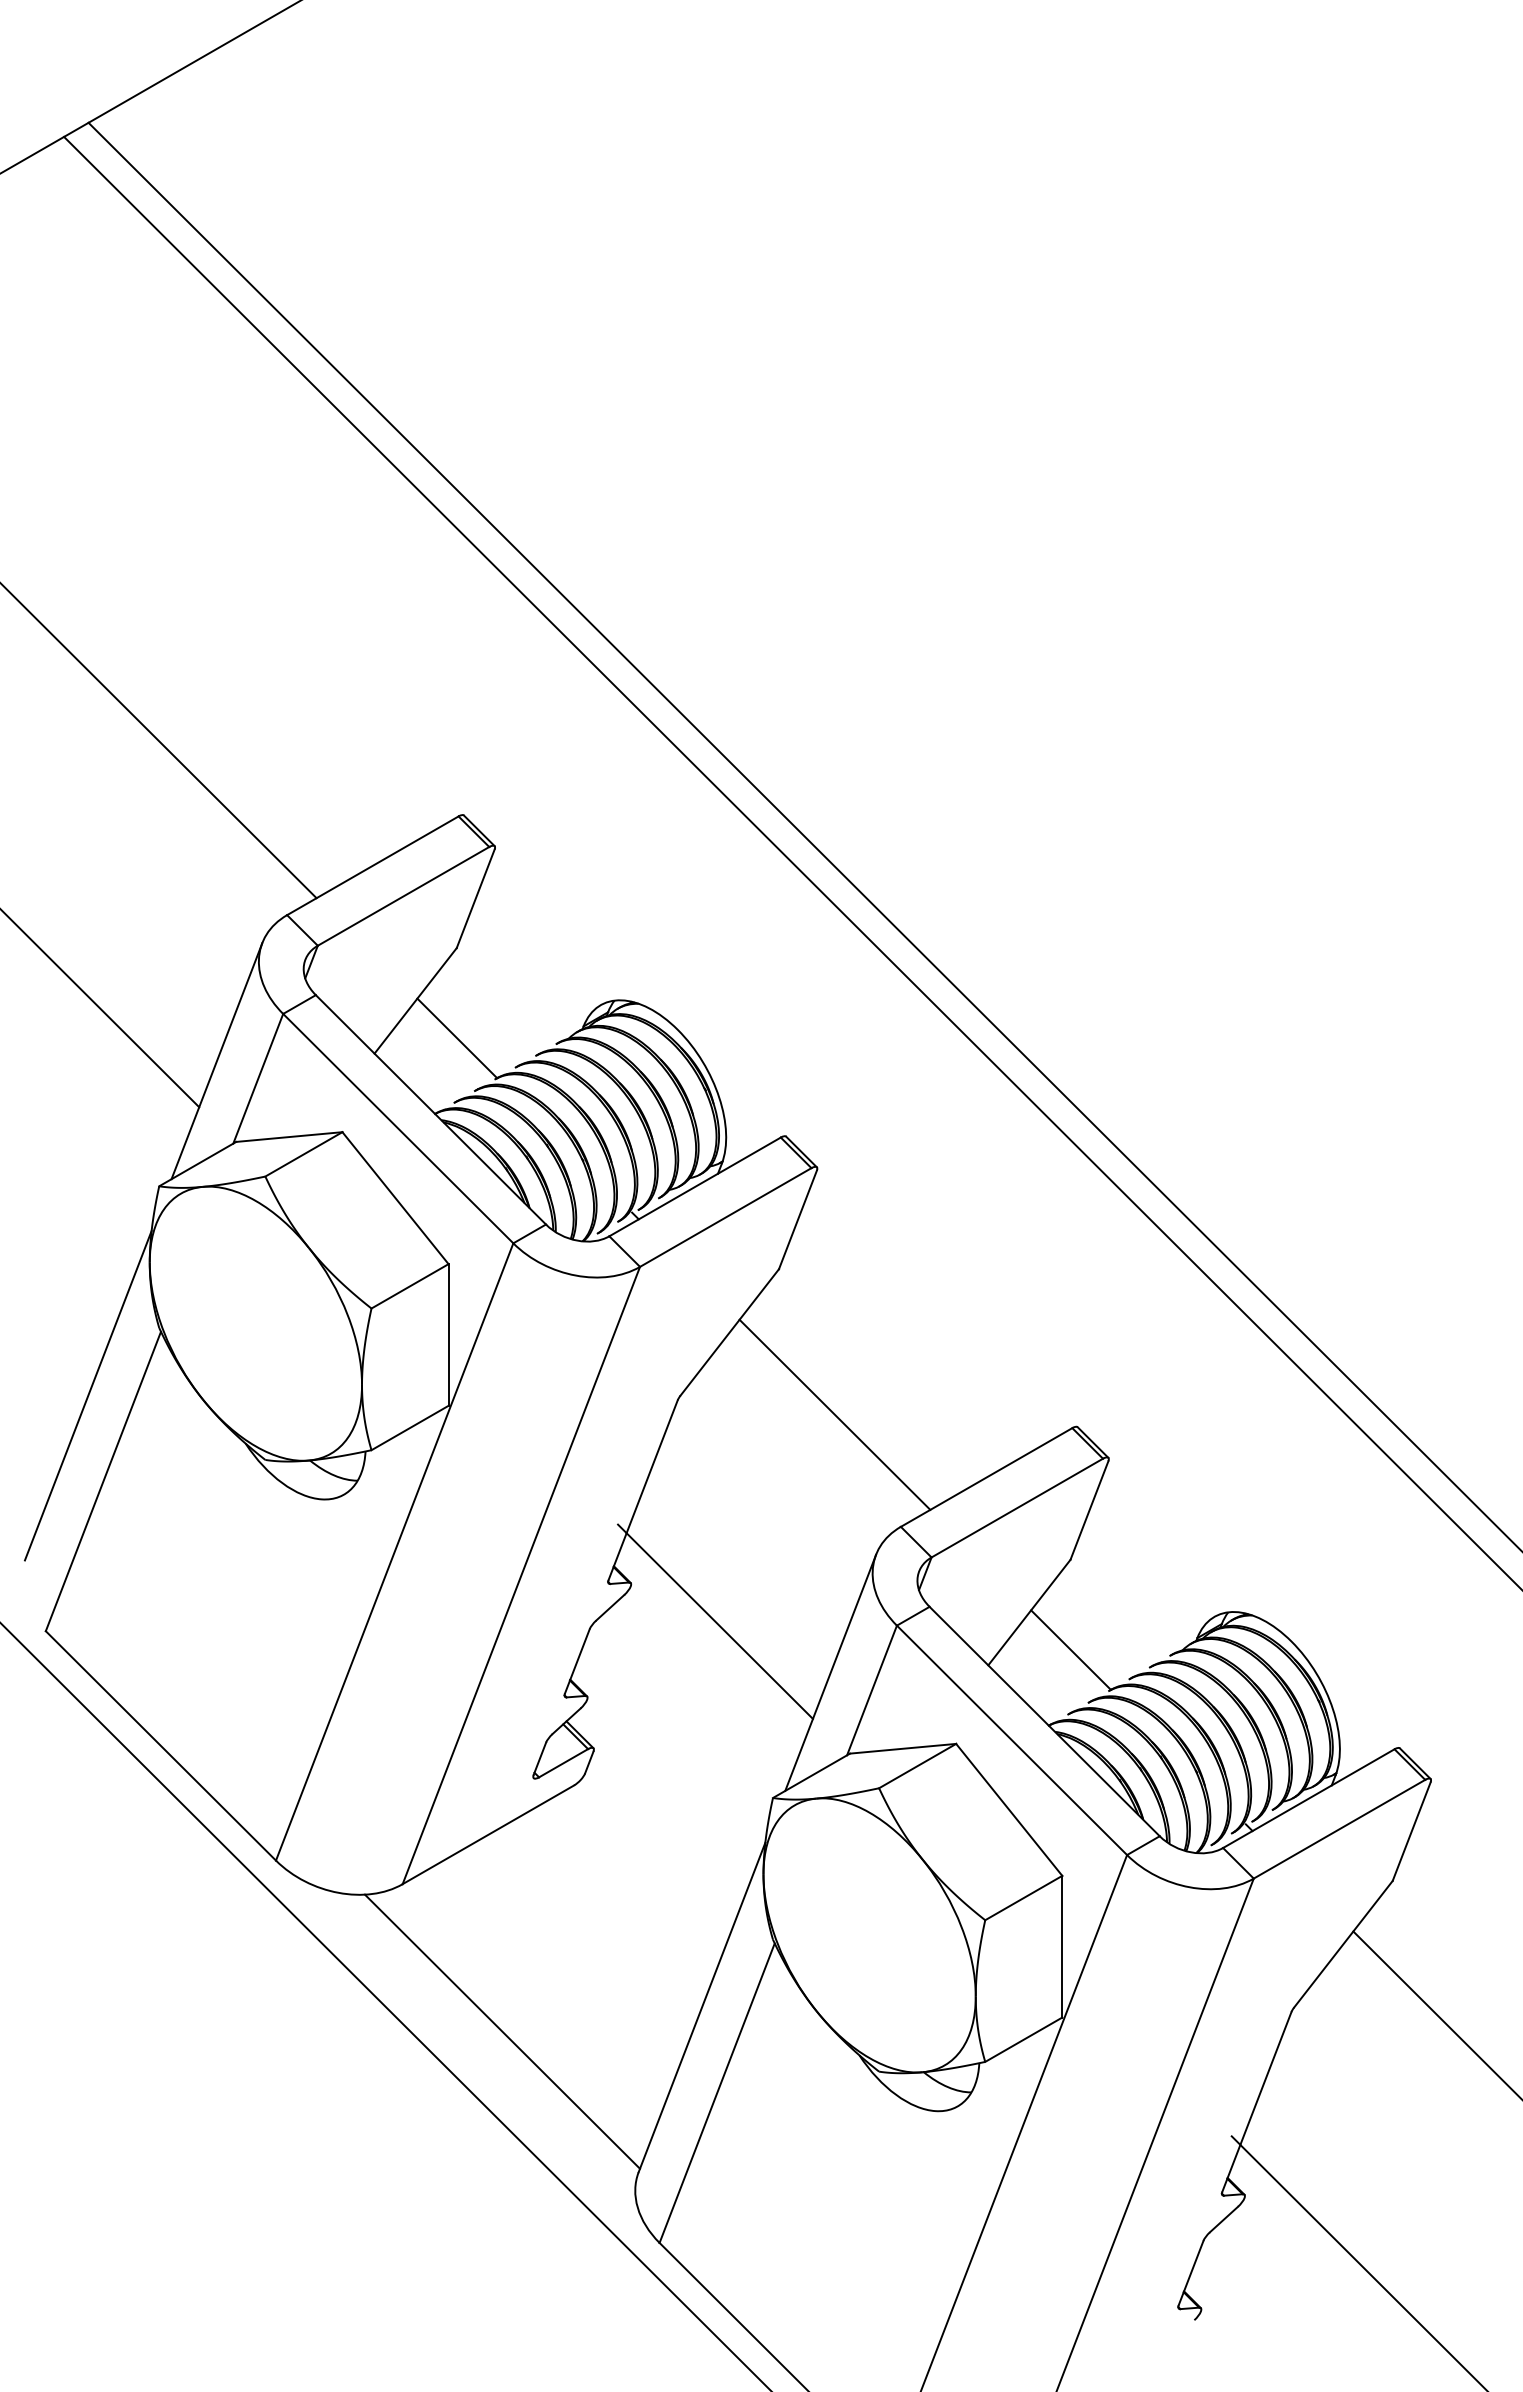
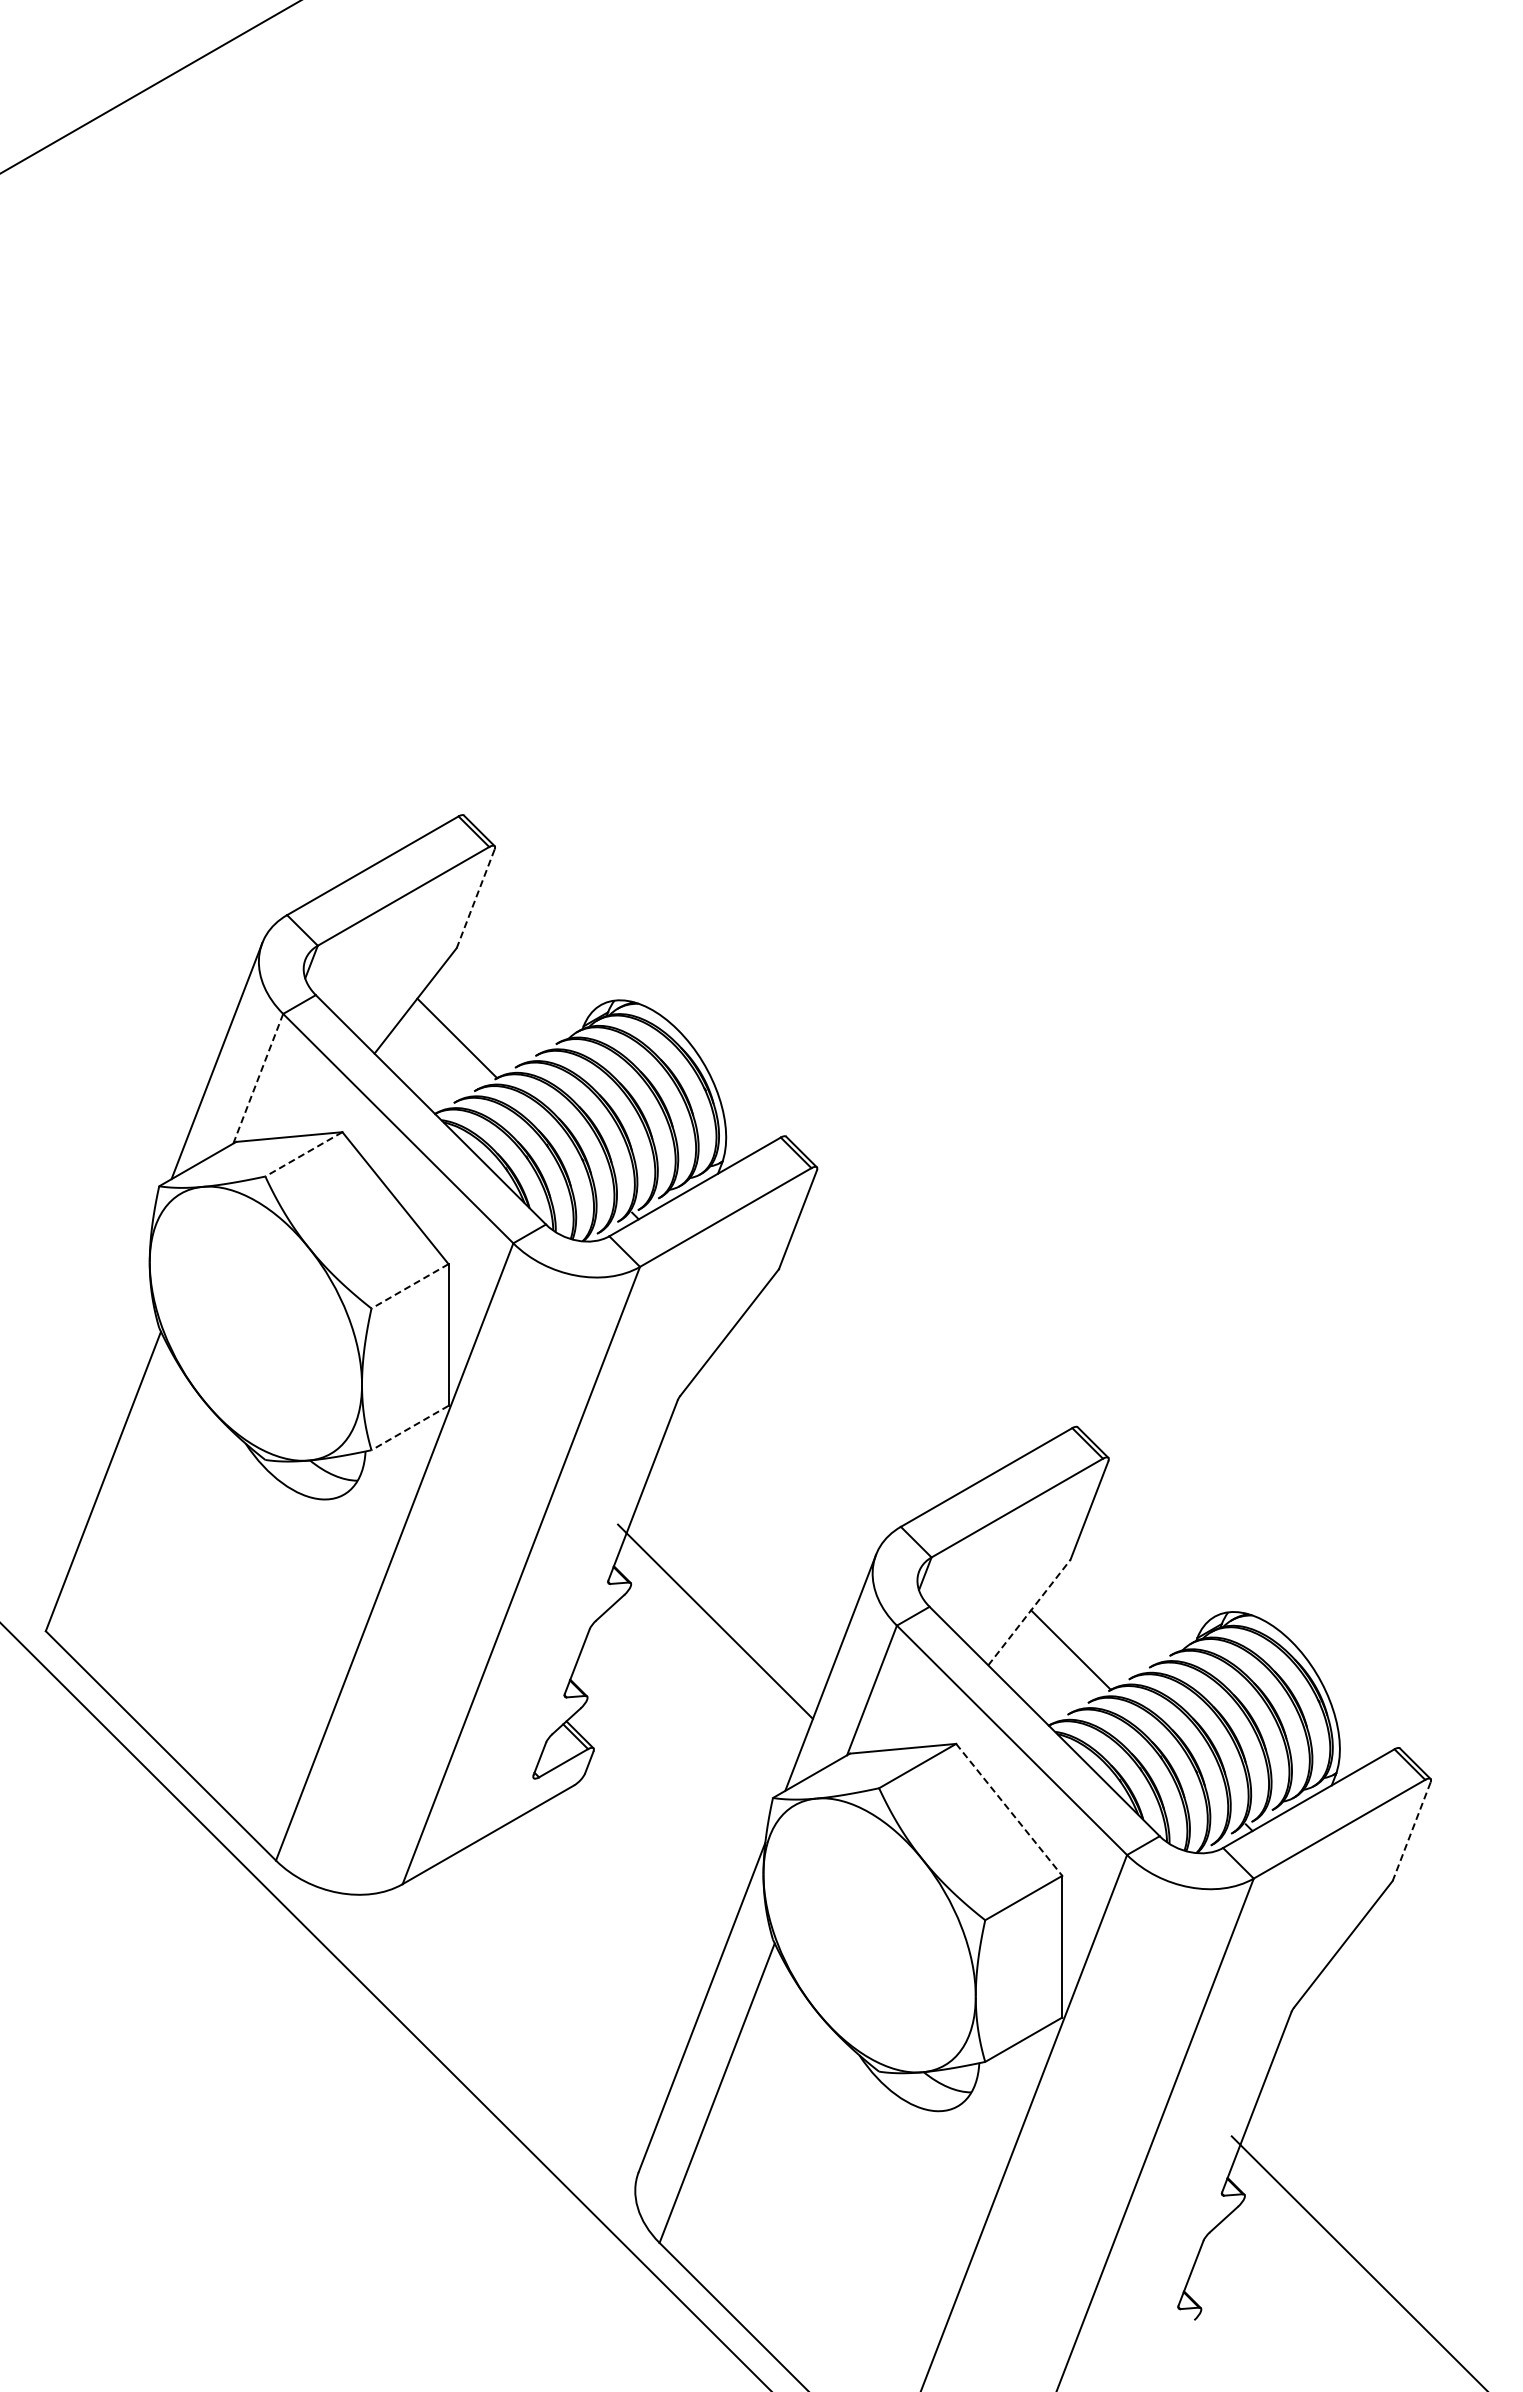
line at (159, 741): present -> none
line at (803, 835): present -> none
line at (791, 861): present -> none
line at (475, 898): solid -> dashed
line at (100, 1008): present -> none
line at (258, 1078): solid -> dashed
line at (303, 1154): solid -> dashed
line at (409, 1286): solid -> dashed
line at (87, 1395): present -> none
line at (834, 1414): present -> none
line at (409, 1428): solid -> dashed
line at (1029, 1612): solid -> dashed
line at (1009, 1809): solid -> dashed
line at (1411, 1831): solid -> dashed
line at (1436, 2014): present -> none
line at (502, 2031): present -> none
